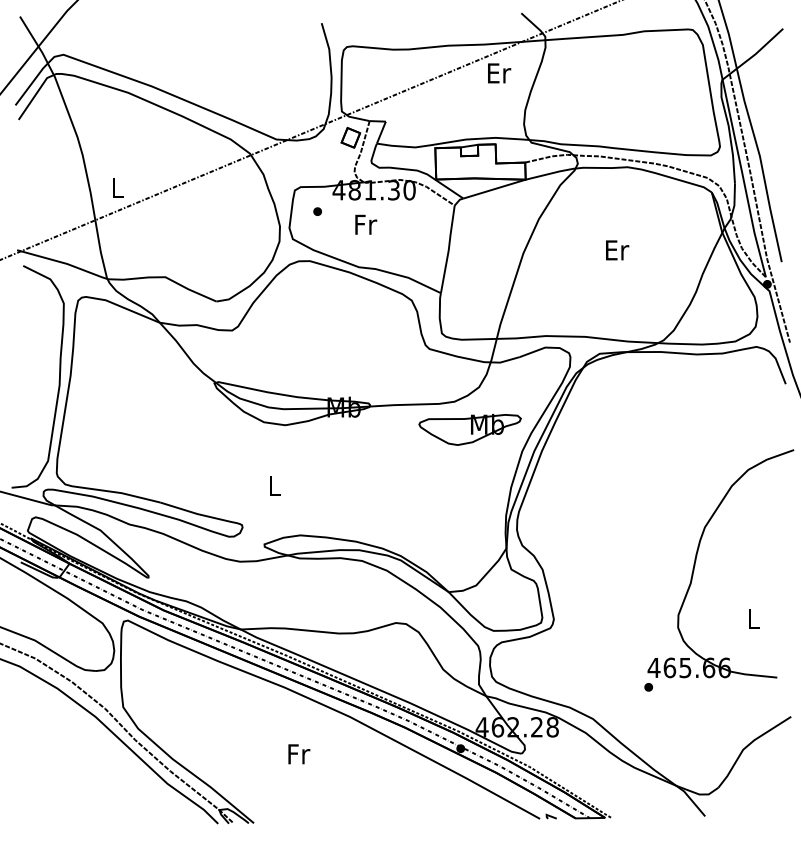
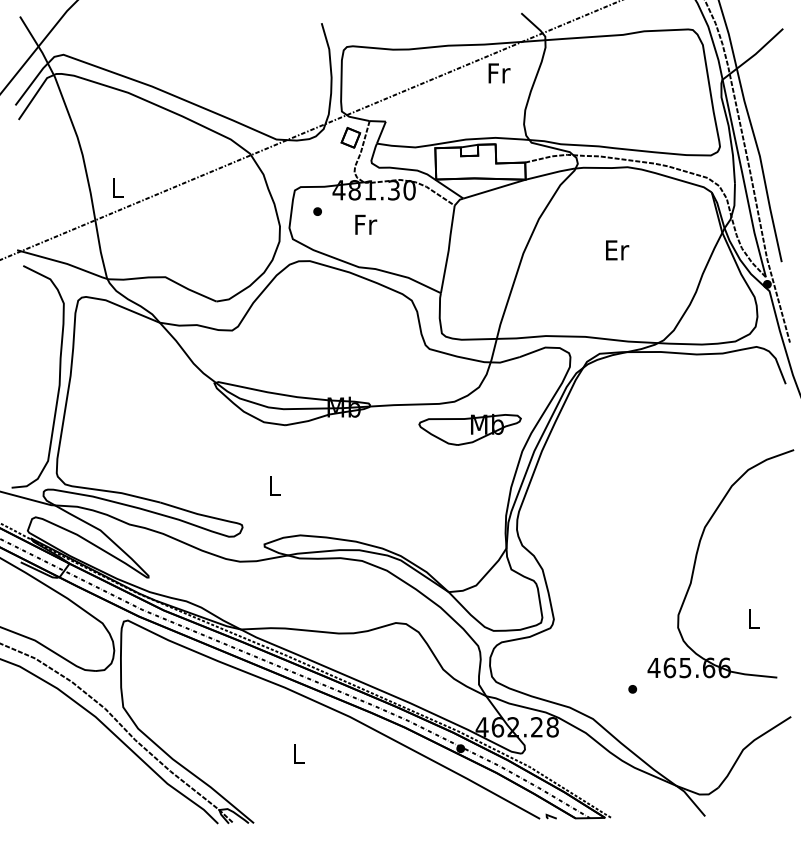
text at (499, 73): Er -> Fr
part at (648, 687) position: (648, 687) -> (632, 689)
text at (299, 754): Fr -> L
